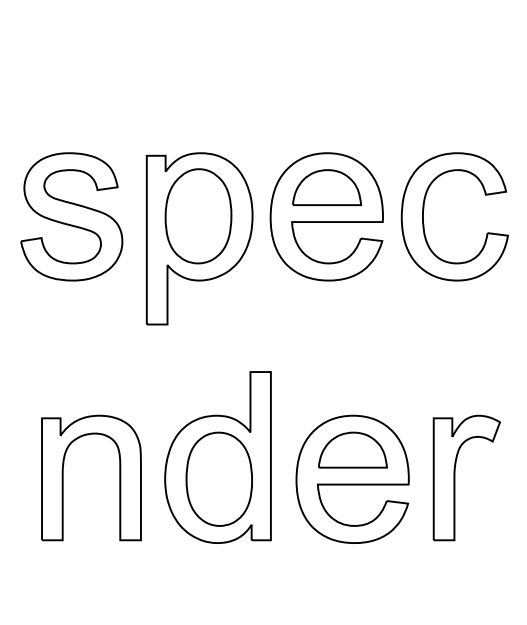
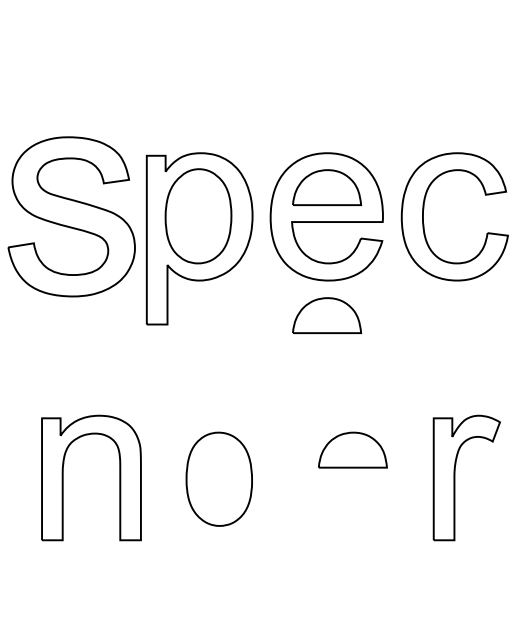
part at (71, 216) size: 104x130 px -> 129x162 px
part at (327, 315): none -> present
part at (217, 457): present -> none
part at (352, 478): present -> none
